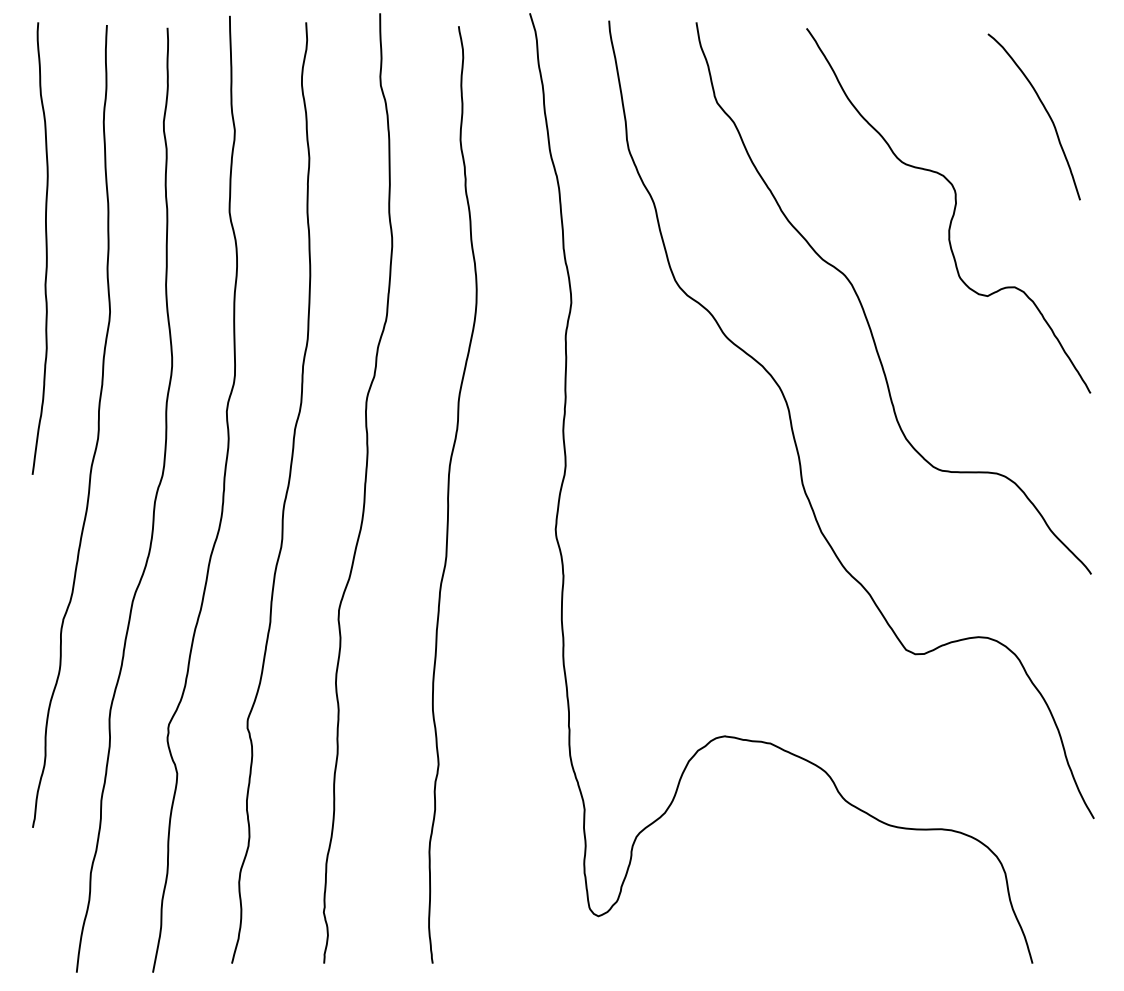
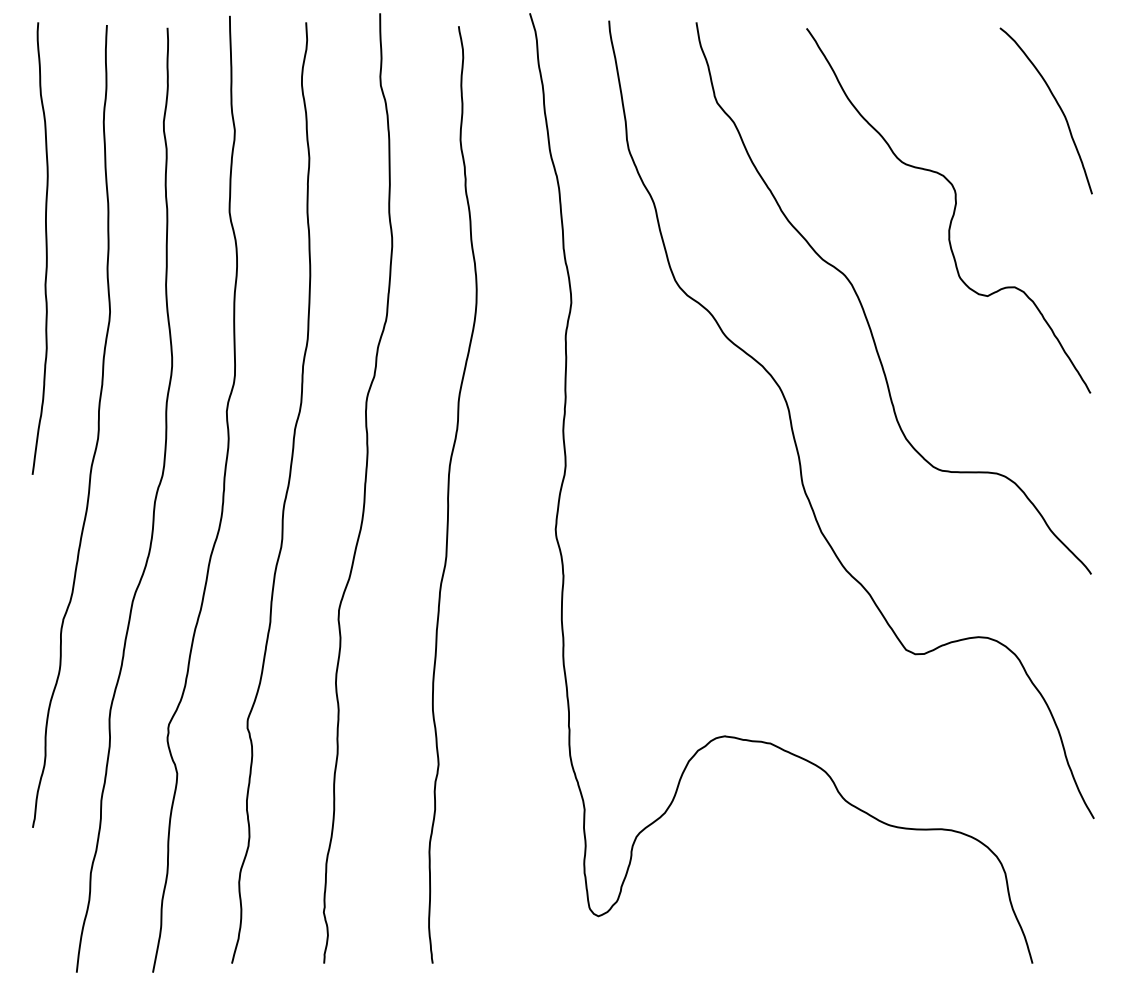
curve at (1045, 111) position: (1045, 111) -> (1057, 105)
